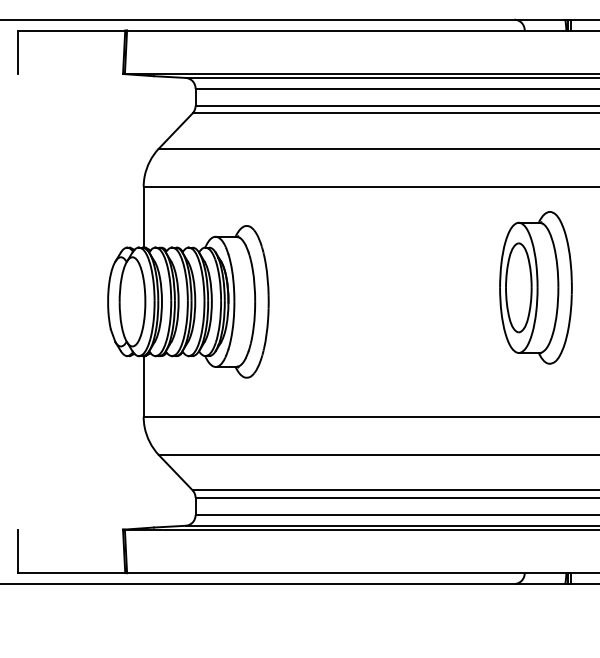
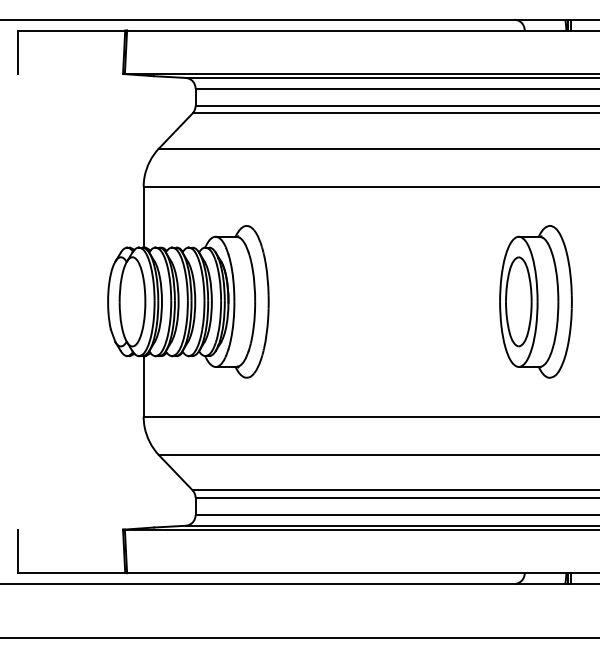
part at (535, 287) position: (535, 287) -> (535, 301)
line at (299, 638): none -> present
